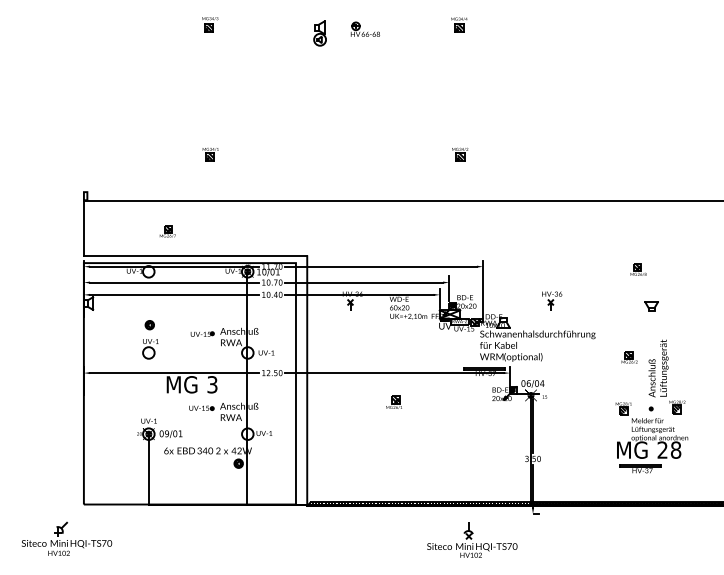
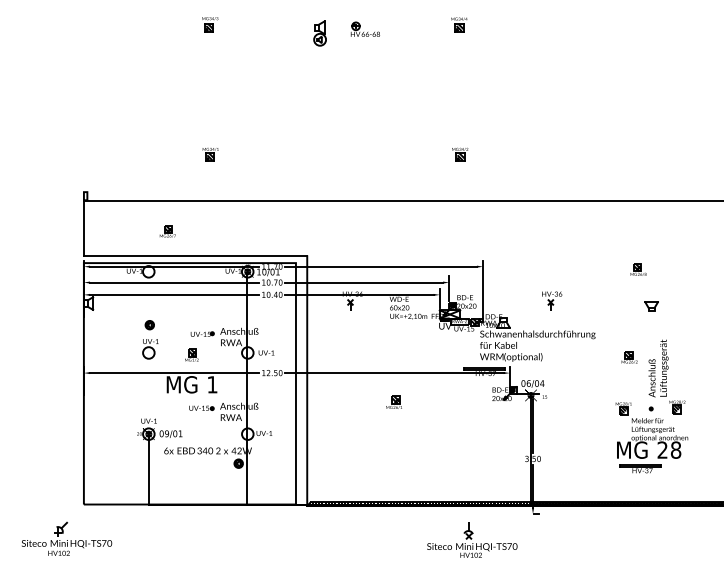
part at (191, 354): none -> present
text at (212, 384): 3 -> 1
